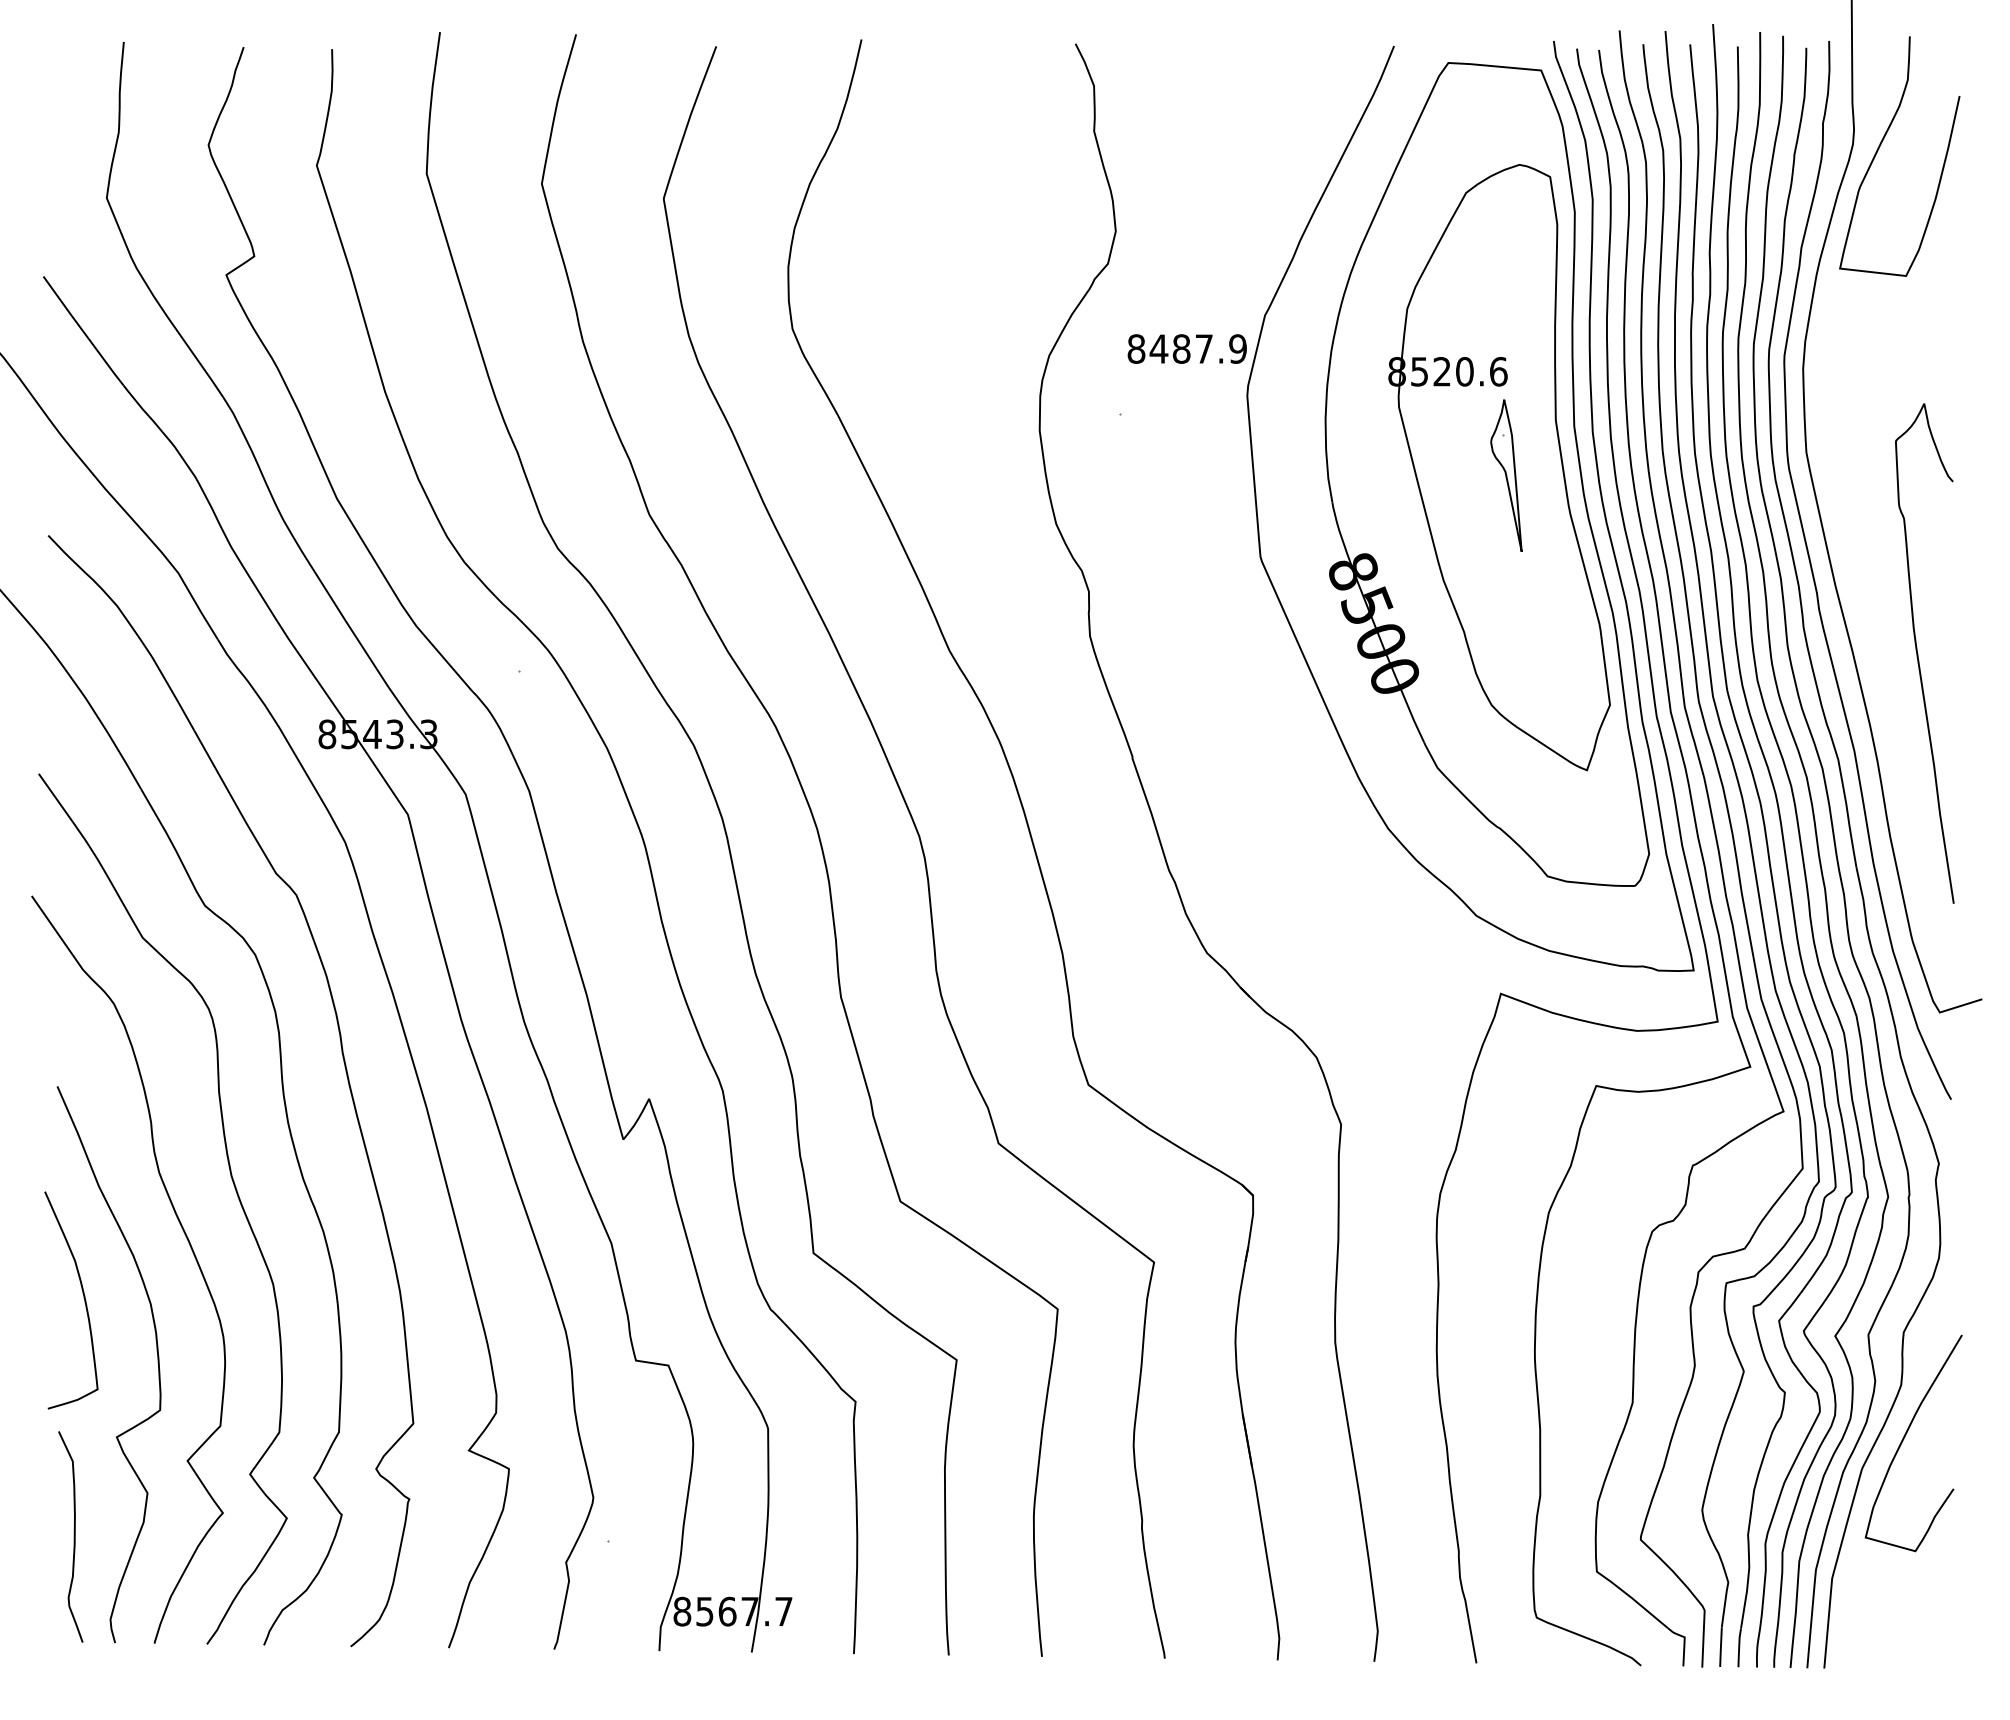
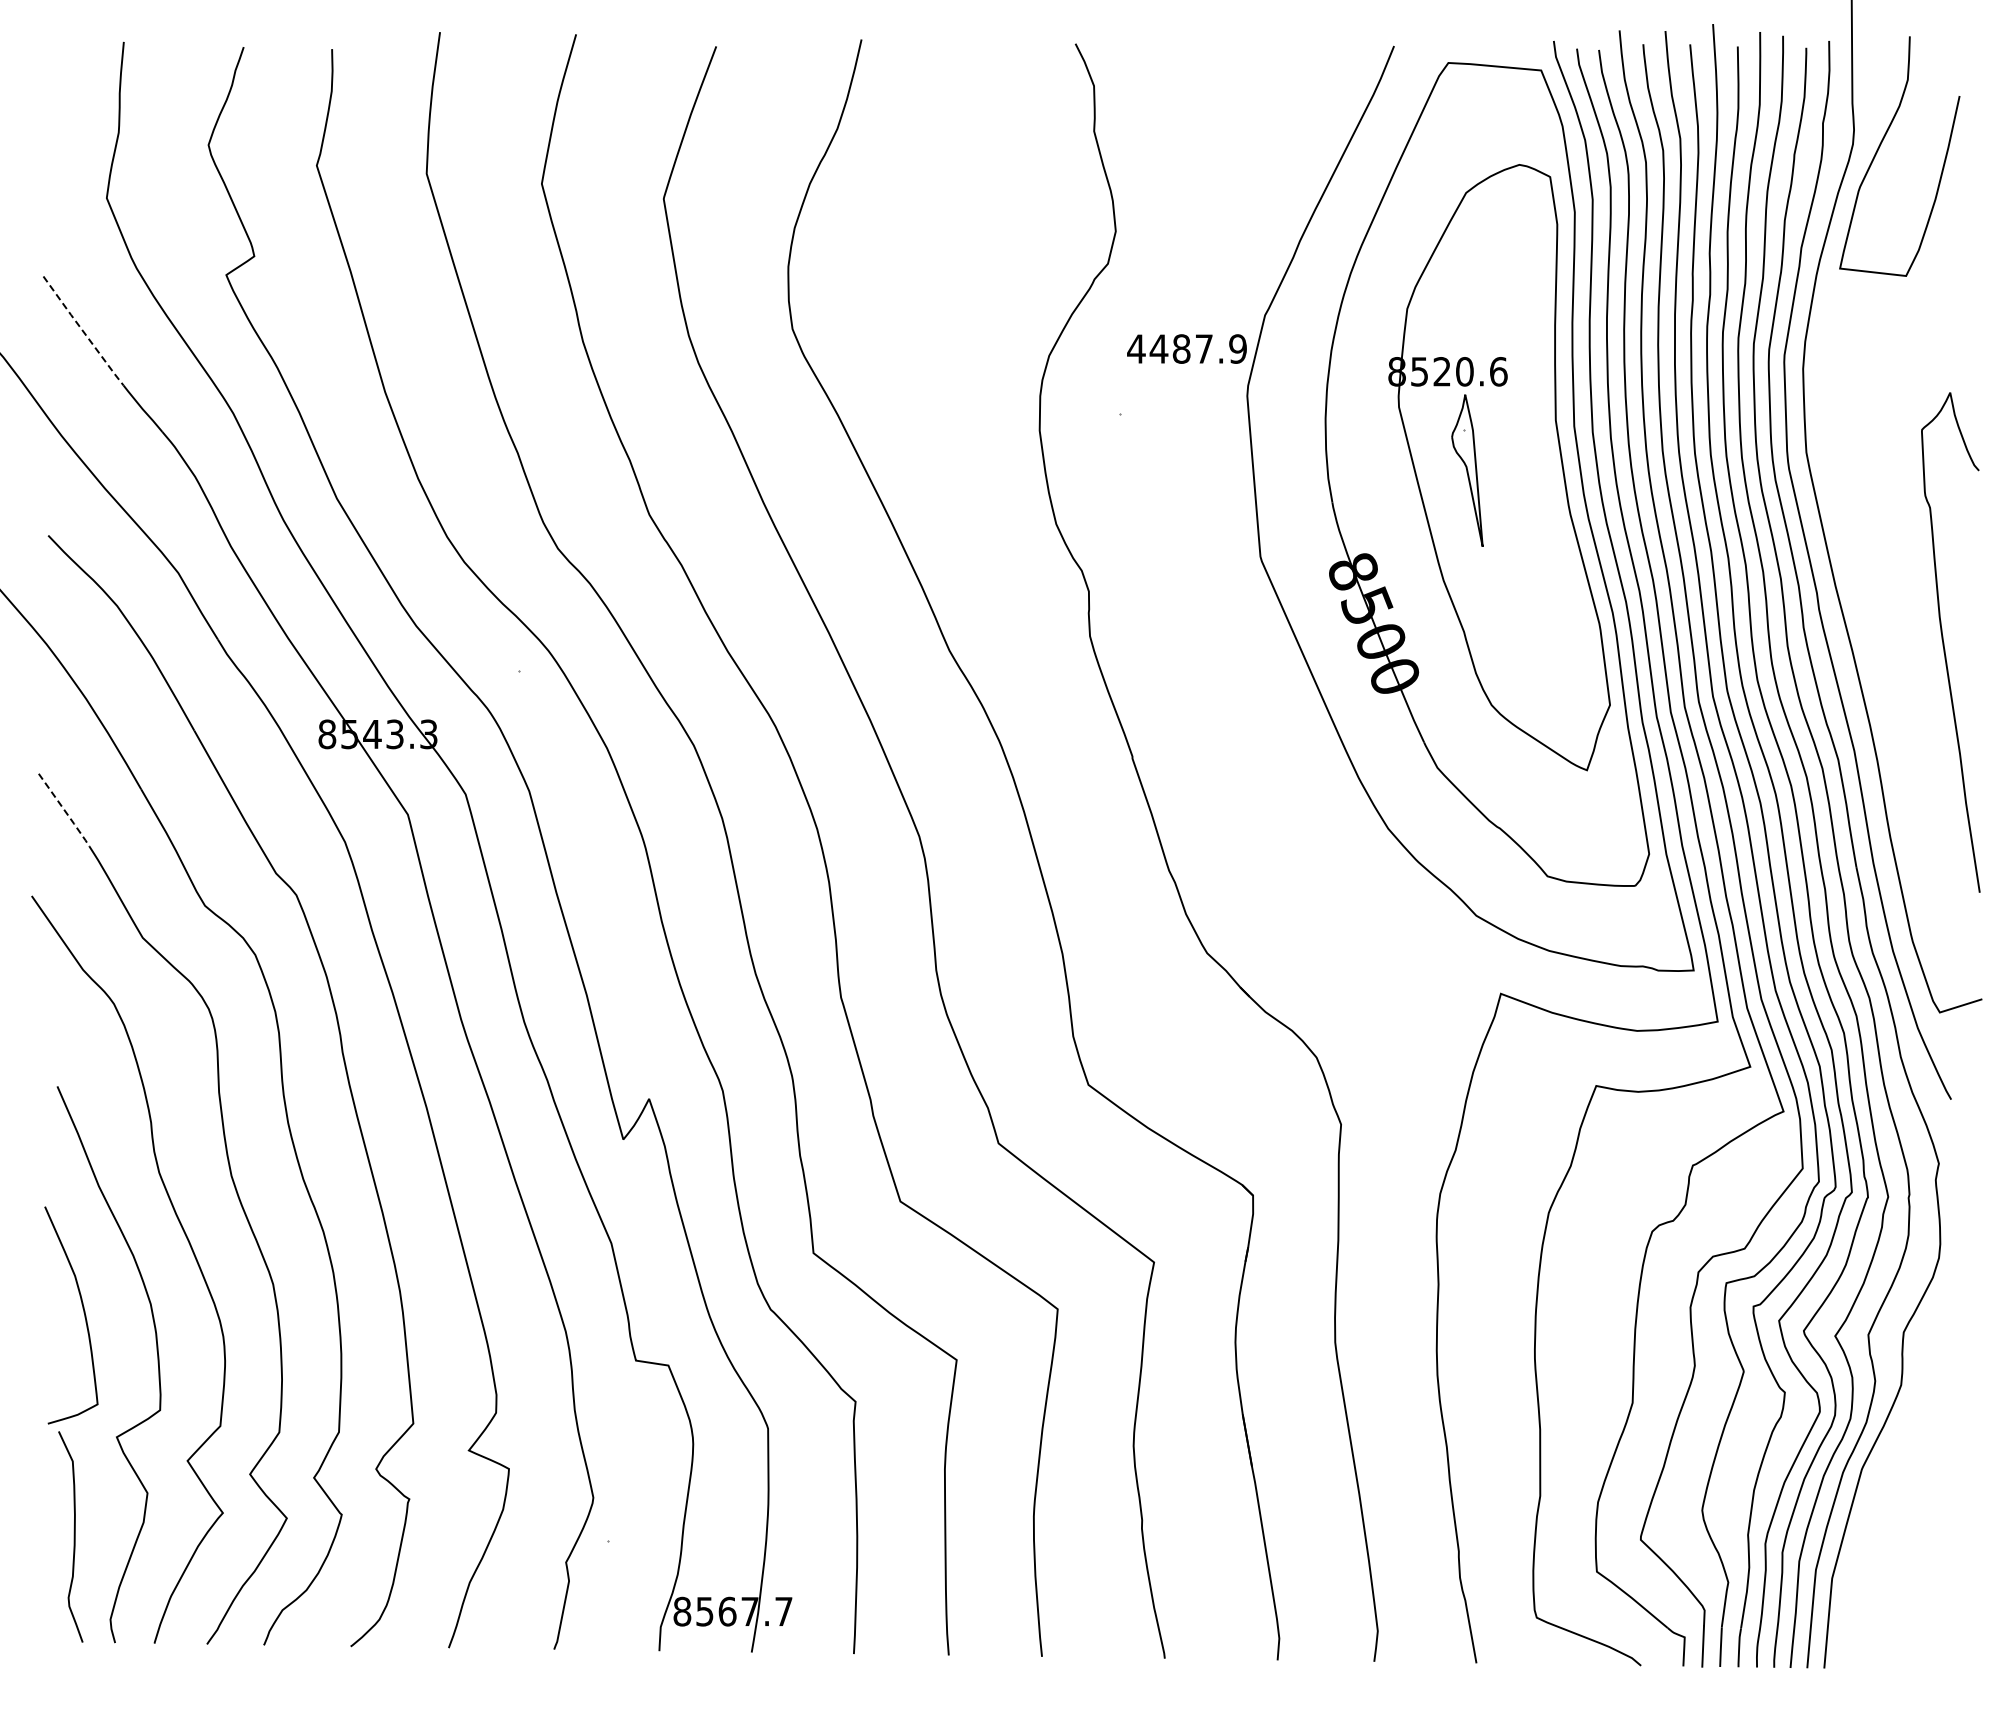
line at (83, 331): solid -> dashed
text at (1136, 348): 8487.9 -> 4487.9
part at (1506, 475) position: (1506, 475) -> (1467, 470)
curve at (1918, 653) position: (1918, 653) -> (1944, 642)
line at (64, 810): solid -> dashed
curve at (83, 1298) position: (83, 1298) -> (83, 1313)
curve at (1904, 1439): present -> none
